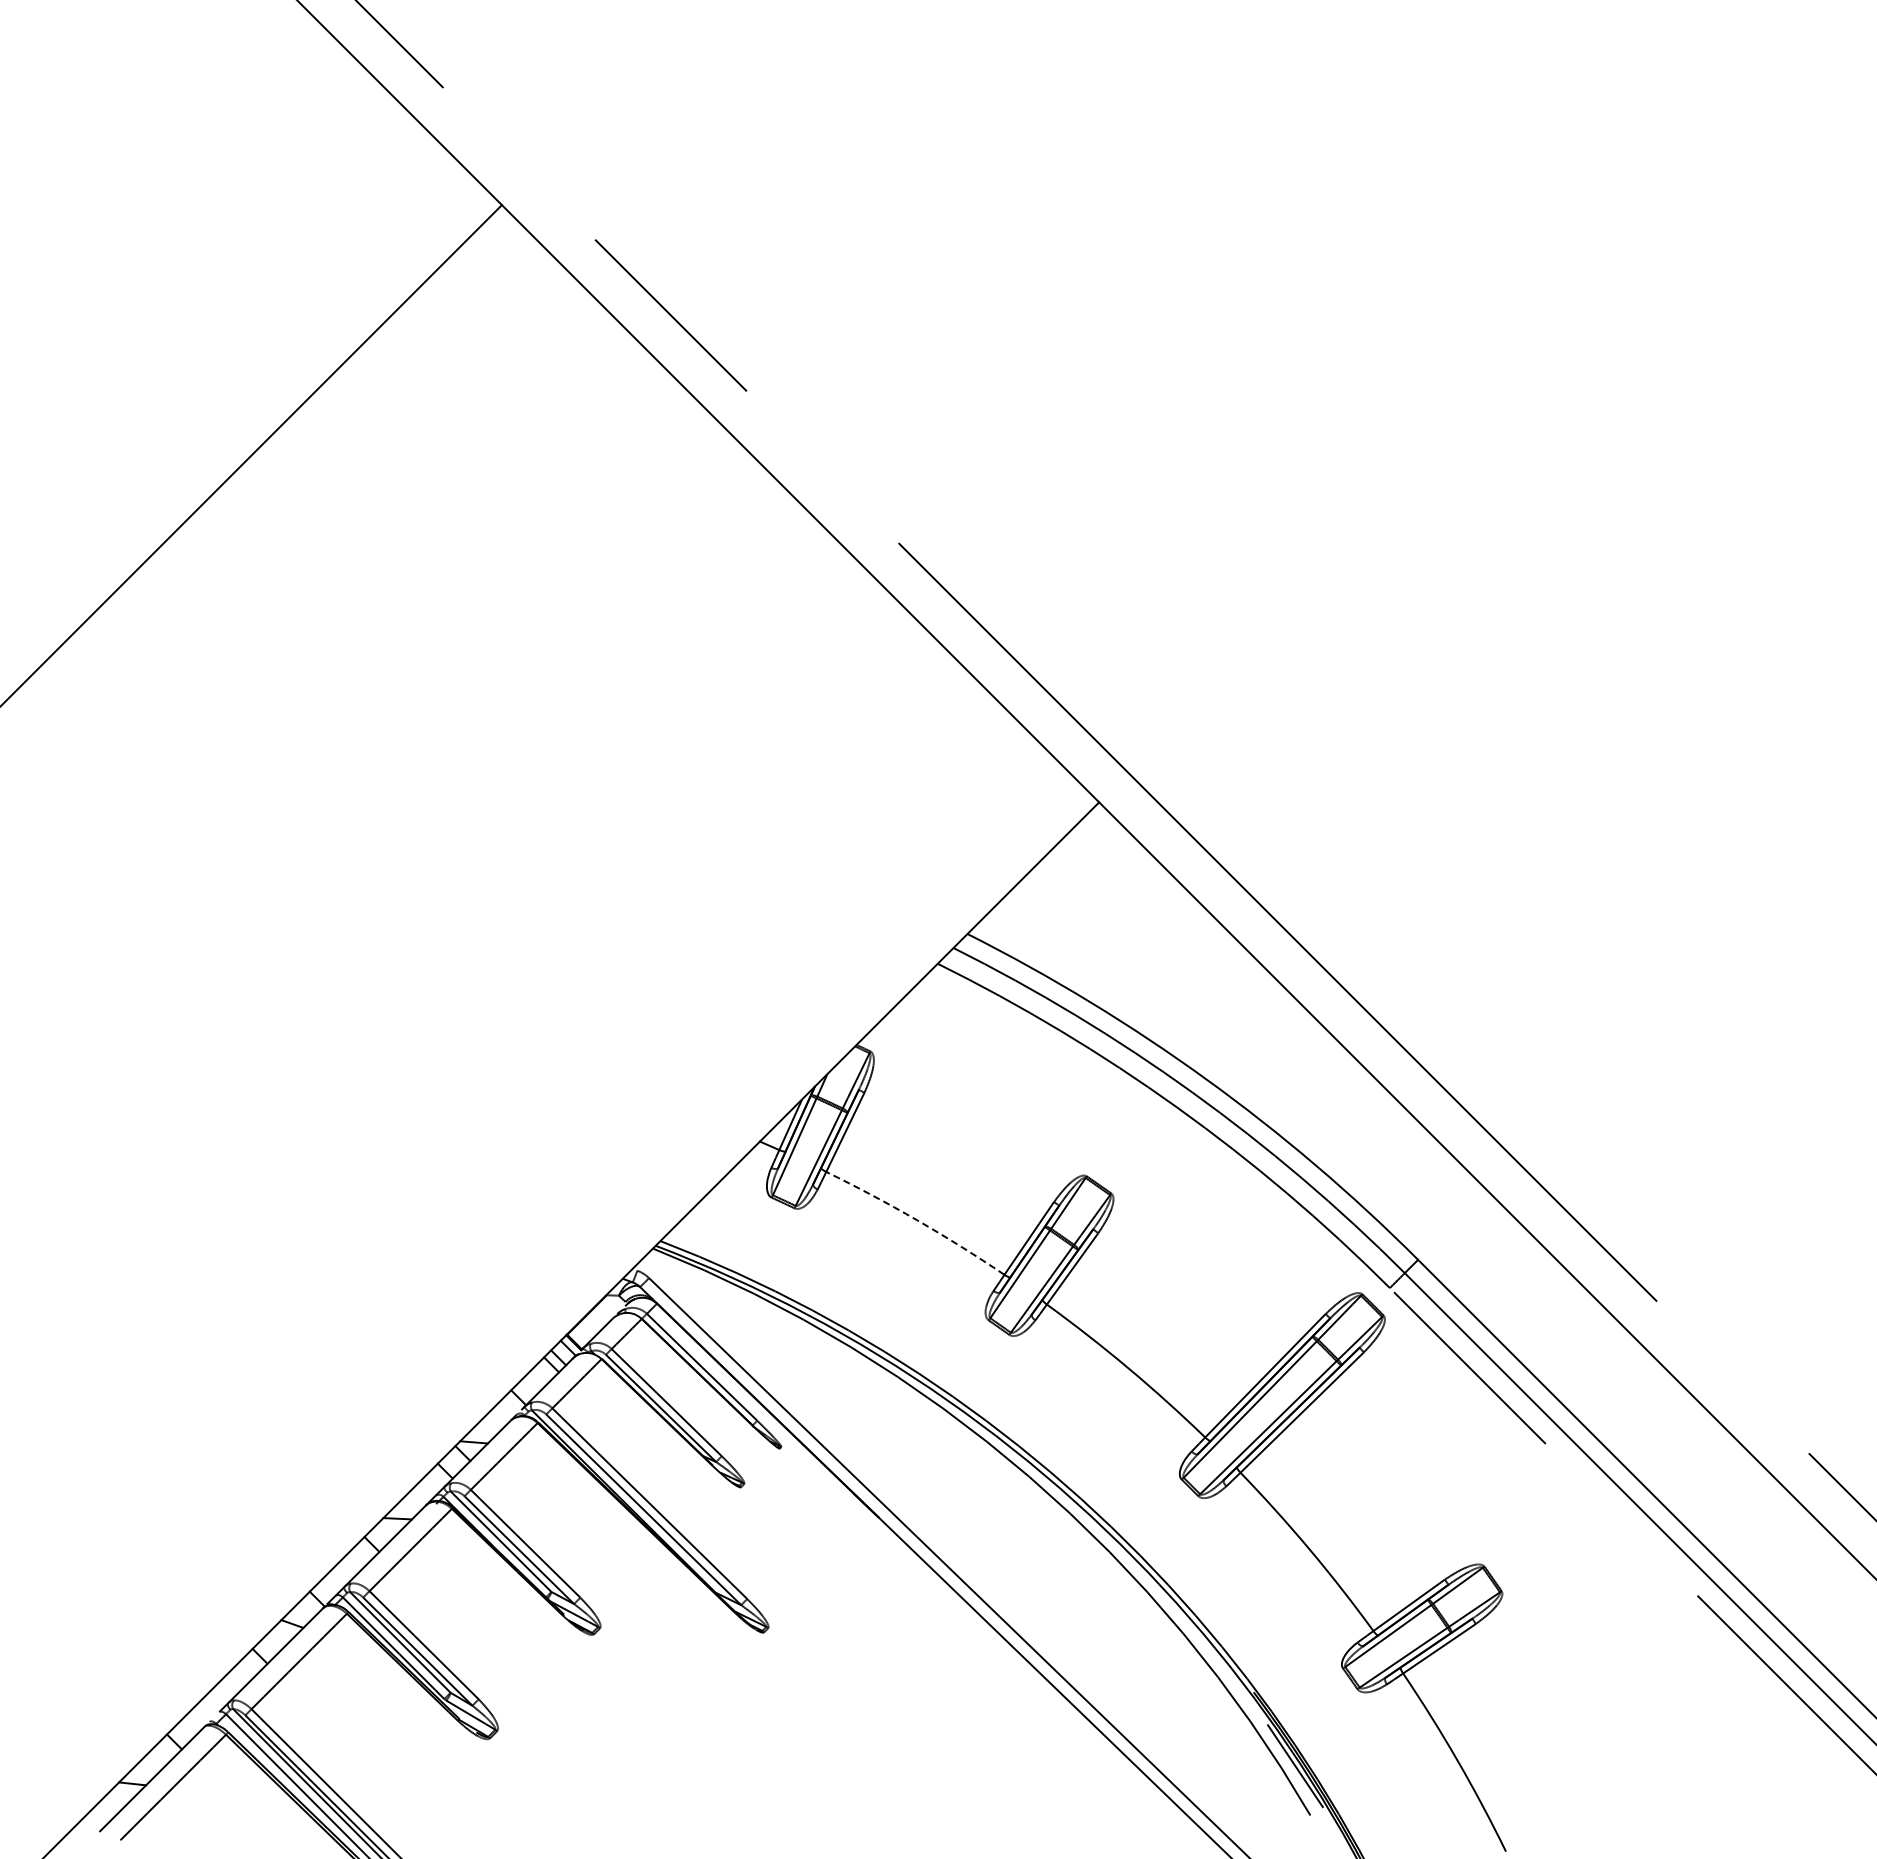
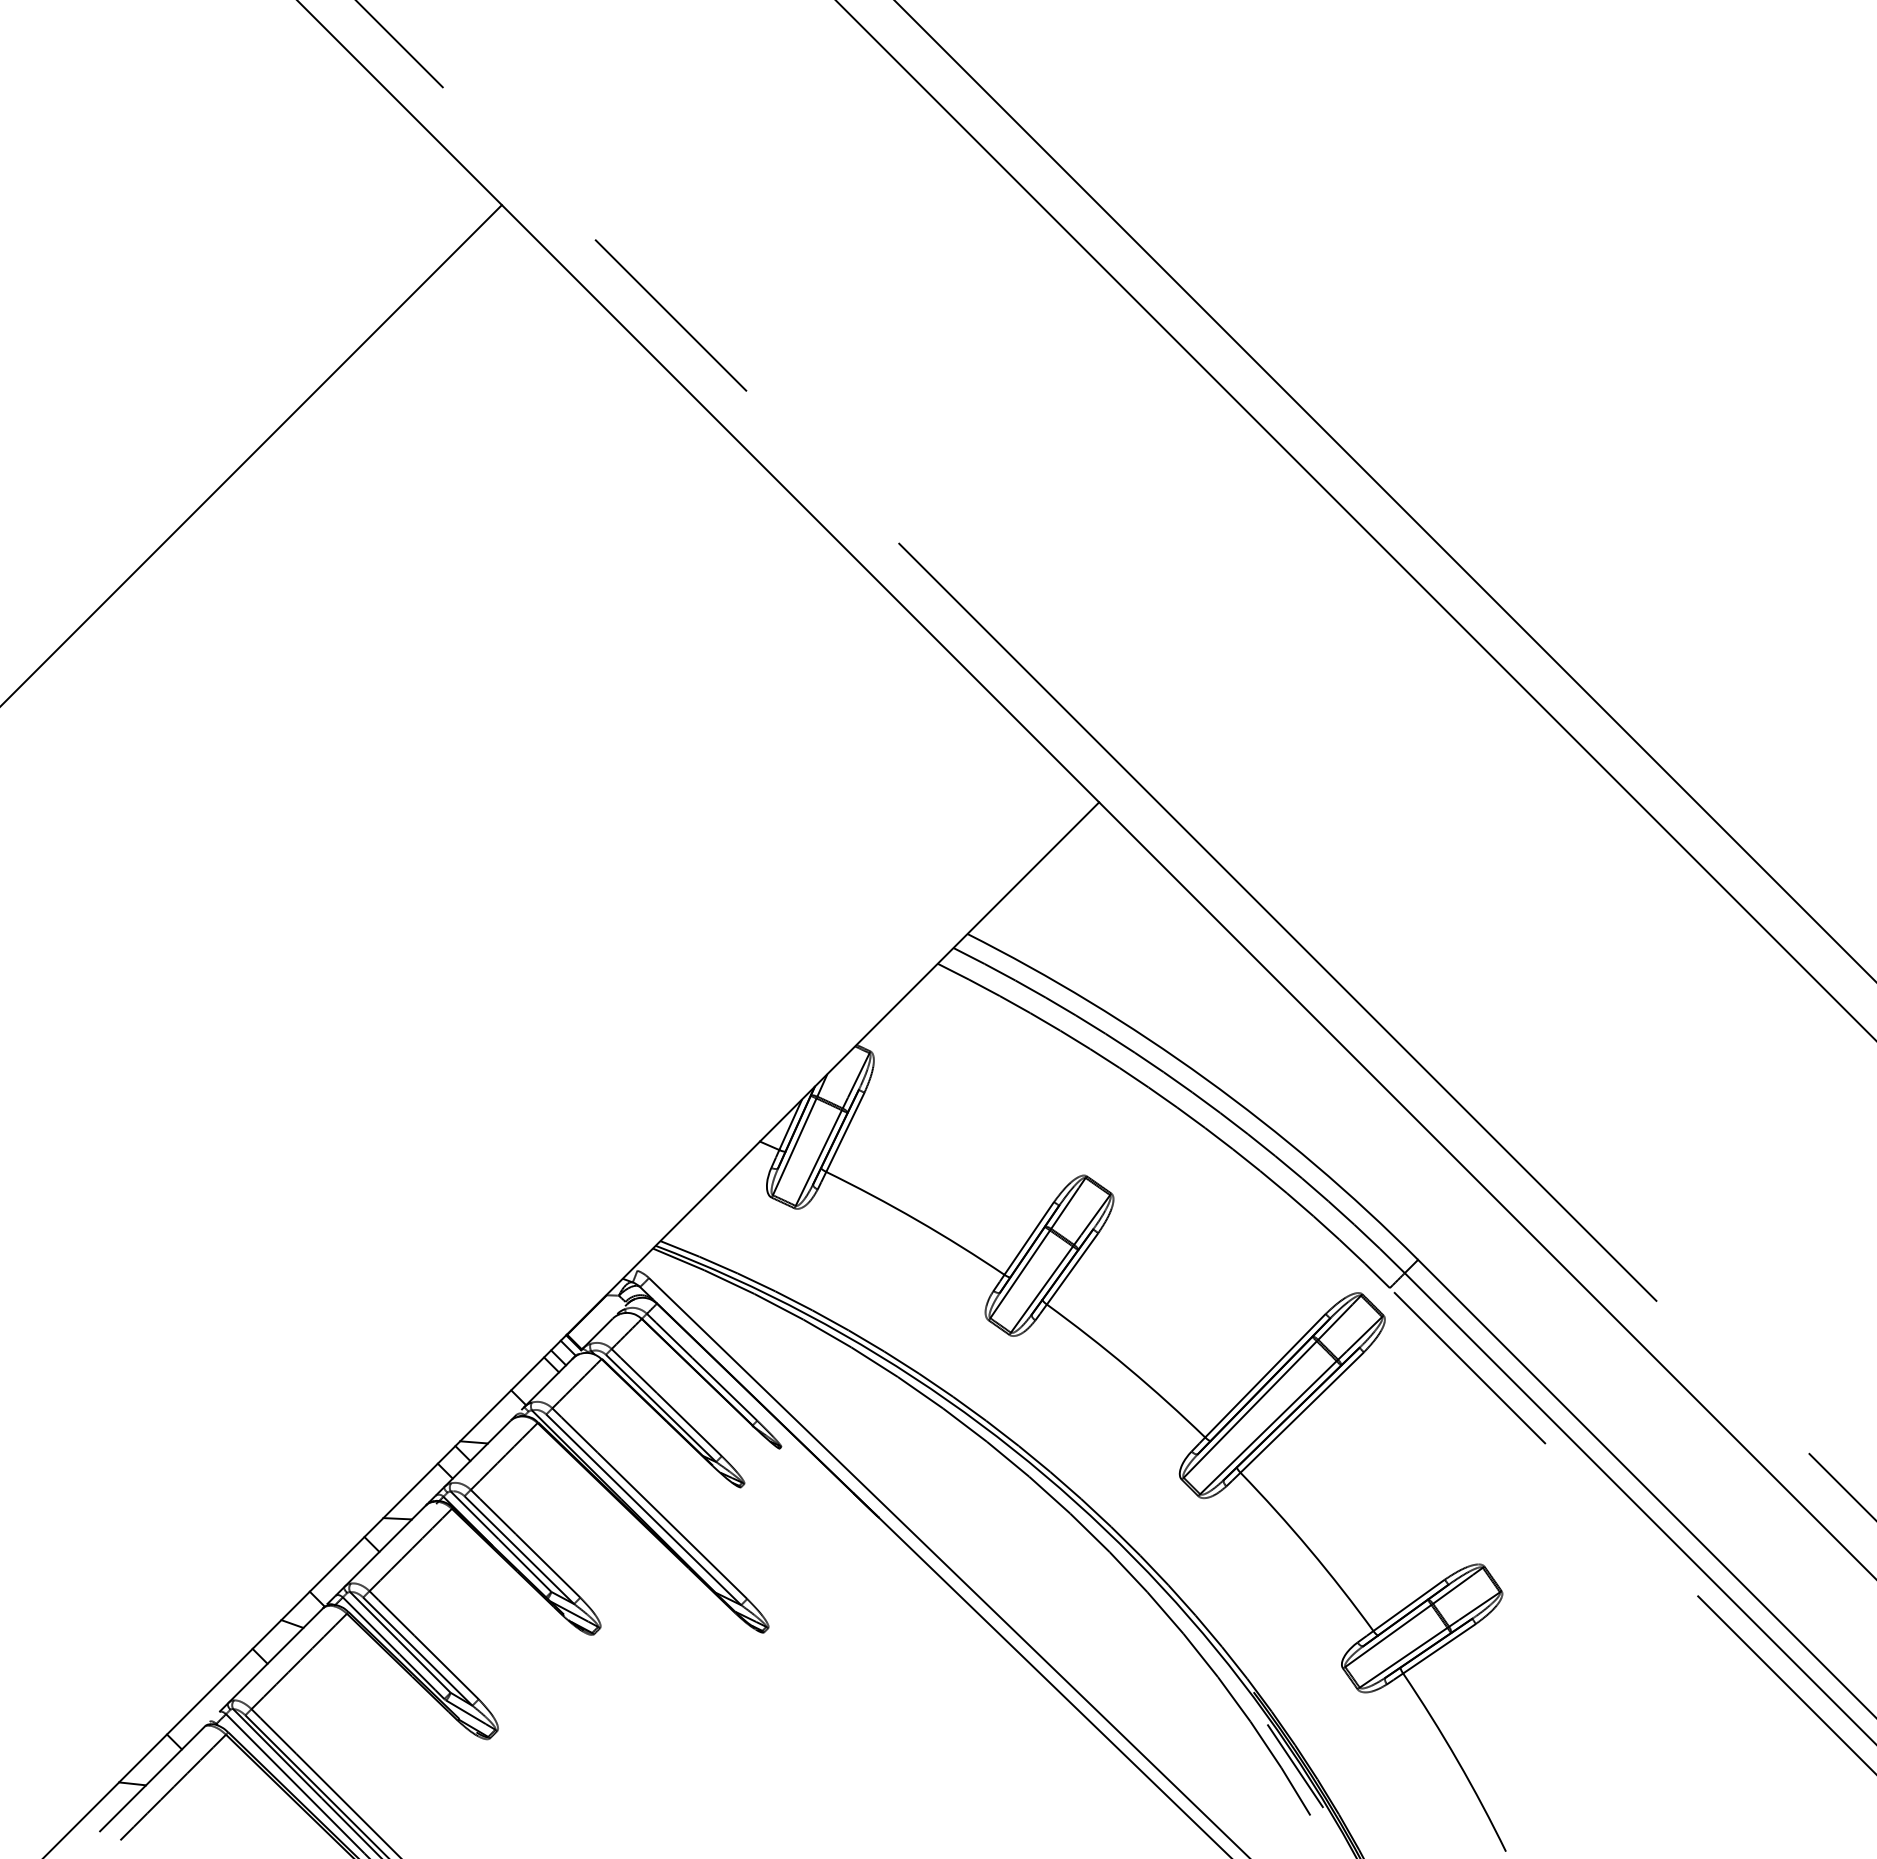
line at (1384, 490): none -> present
line at (1355, 520): none -> present
arc at (917, 1220): dashed -> solid
